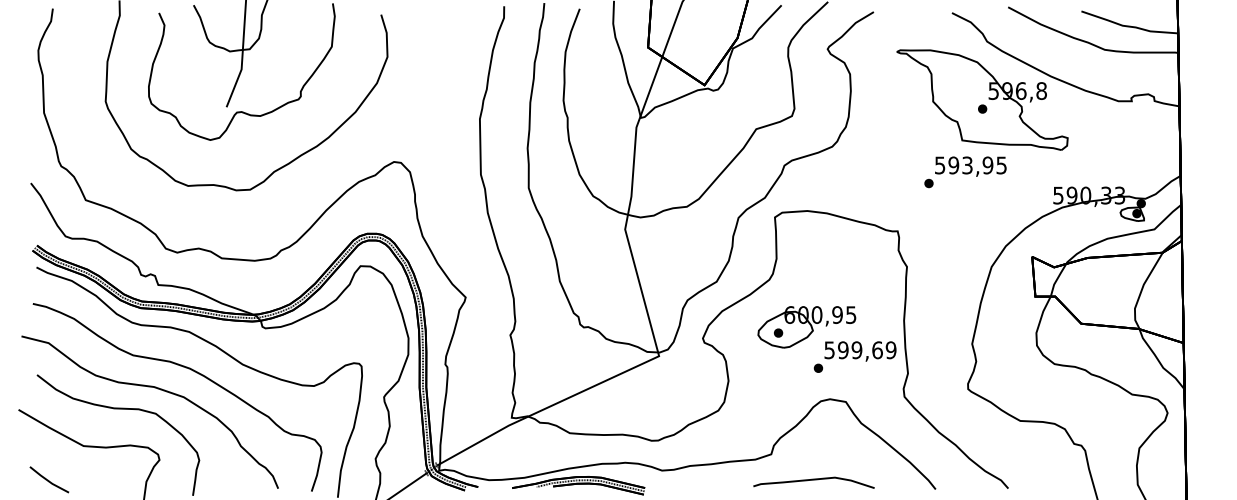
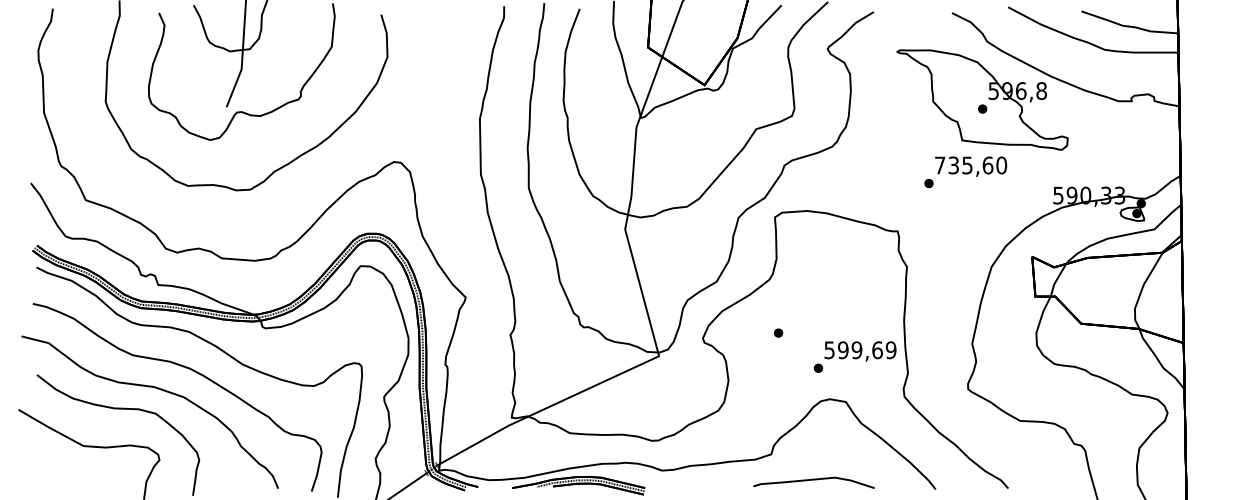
text at (971, 165): 593,95 -> 735,60
part at (806, 327): present -> none
line at (48, 479): present -> none
